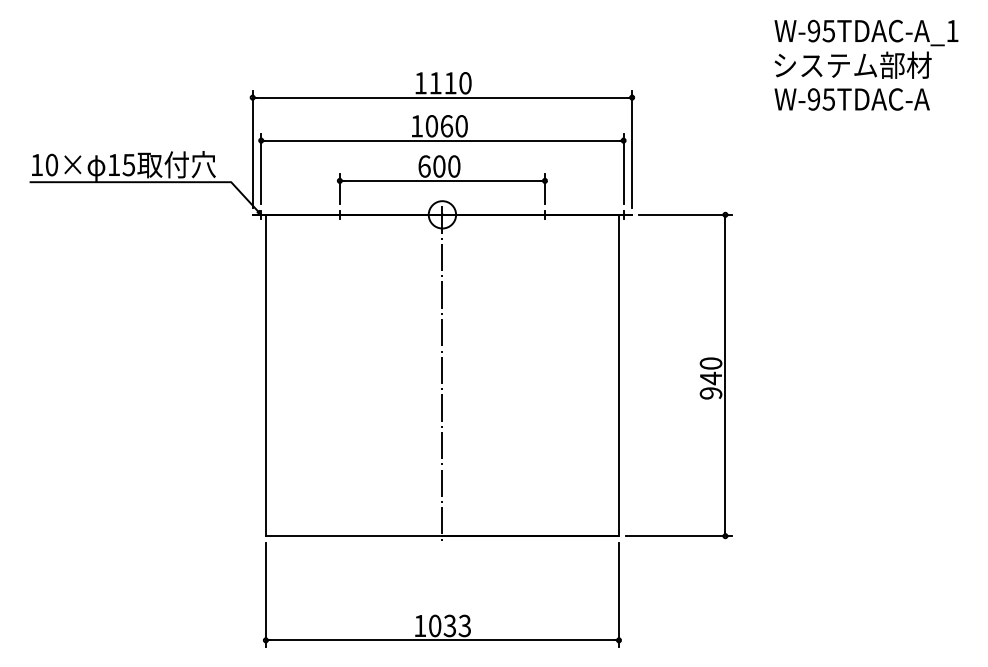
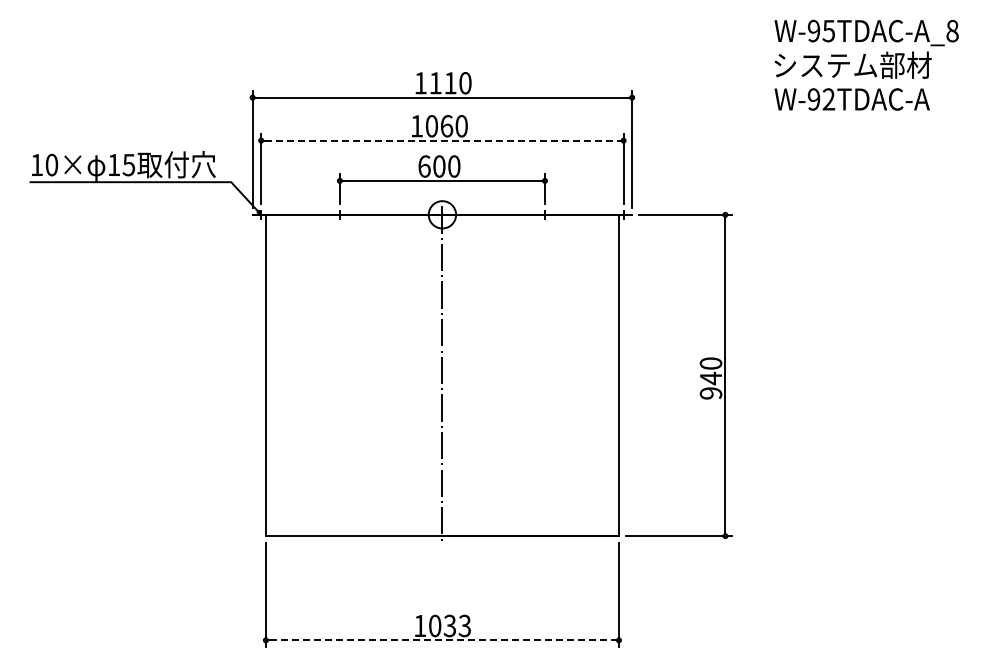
text at (952, 30): W-95TDAC-A_1 -> W-95TDAC-A_8
text at (828, 99): W-95TDAC-A -> W-92TDAC-A
line at (442, 140): solid -> dashed
line at (442, 640): solid -> dashed
